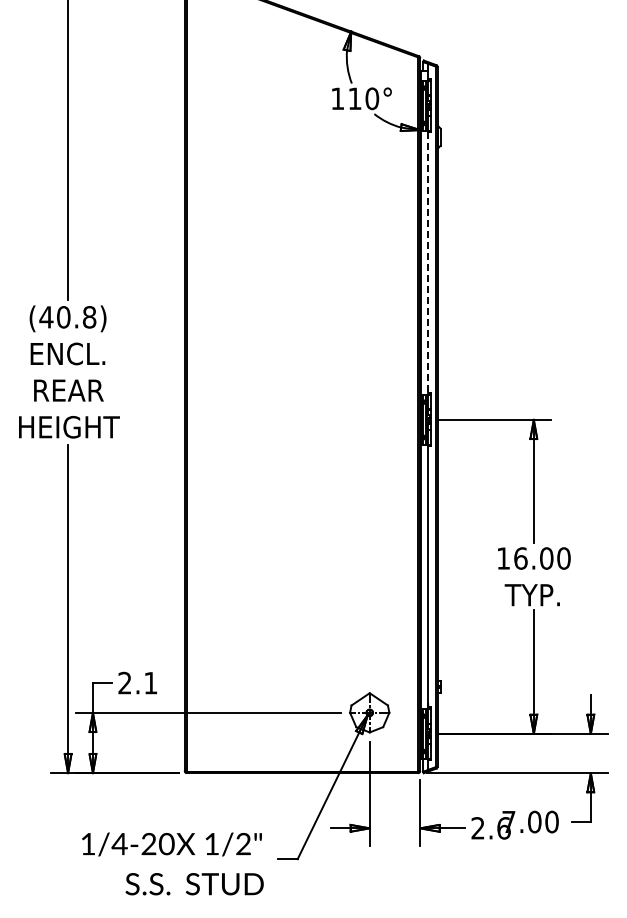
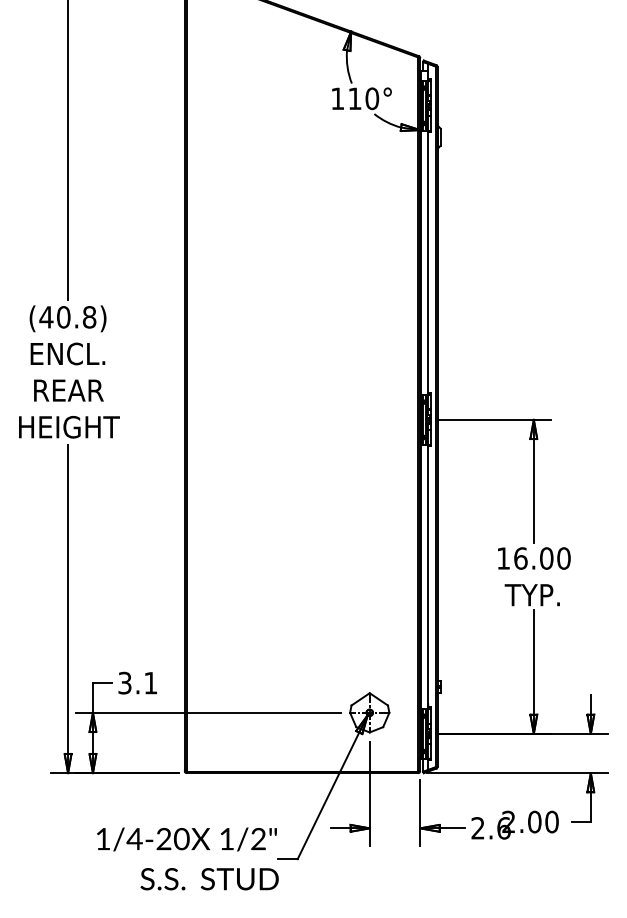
line at (428, 262): dashed -> solid
text at (124, 683): 2.1 -> 3.1
text at (508, 821): 7.00 -> 2.00
text at (172, 863) position: (172, 863) -> (187, 858)
